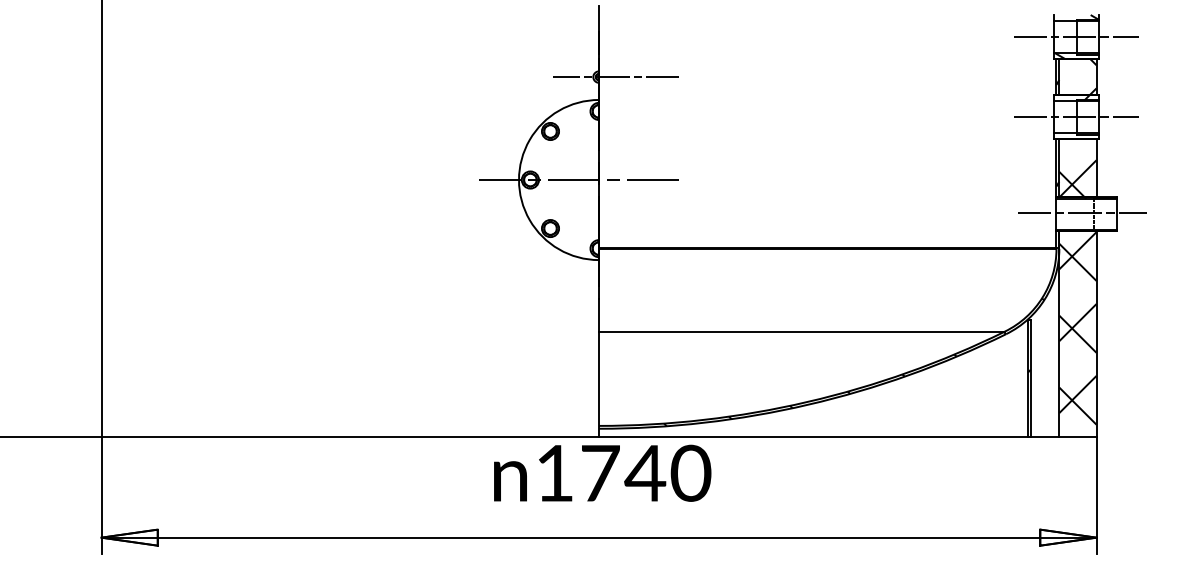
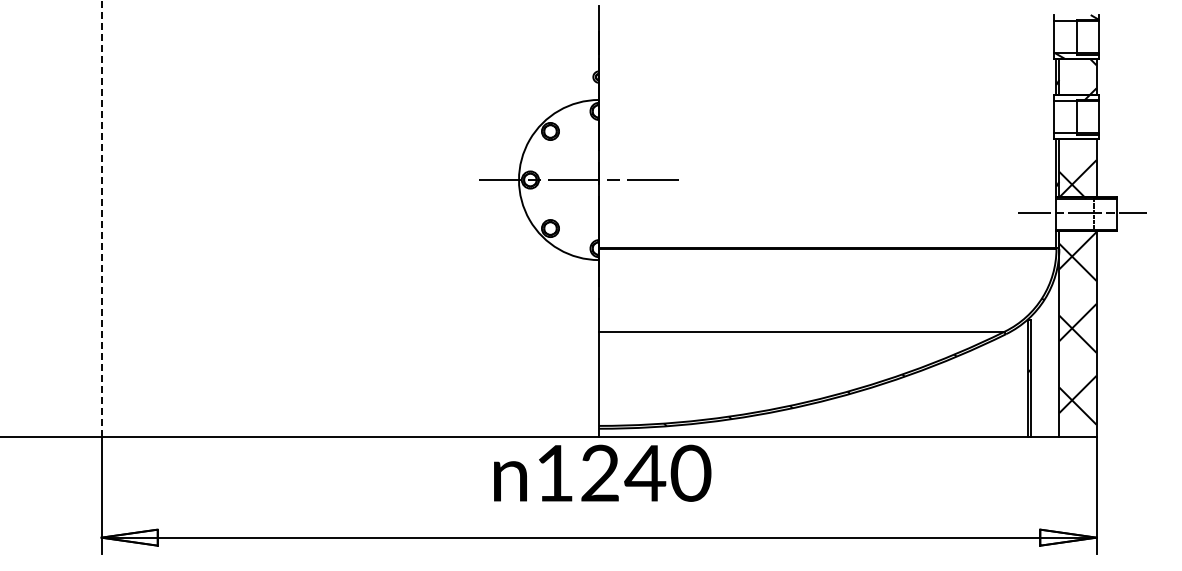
line at (1076, 37): present -> none
line at (616, 77): present -> none
line at (1076, 117): present -> none
line at (101, 218): solid -> dashed
text at (600, 472): 1740 -> 1240
